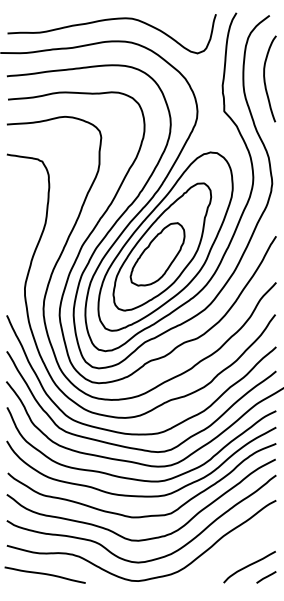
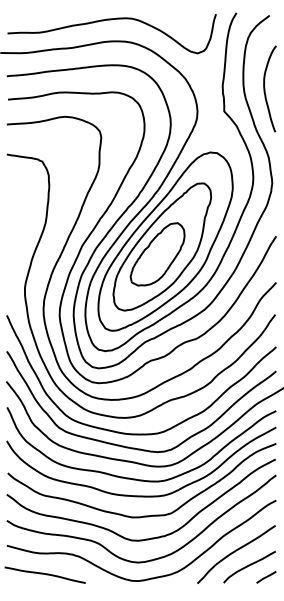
curve at (265, 78) position: (265, 78) -> (265, 88)
curve at (235, 552): none -> present
